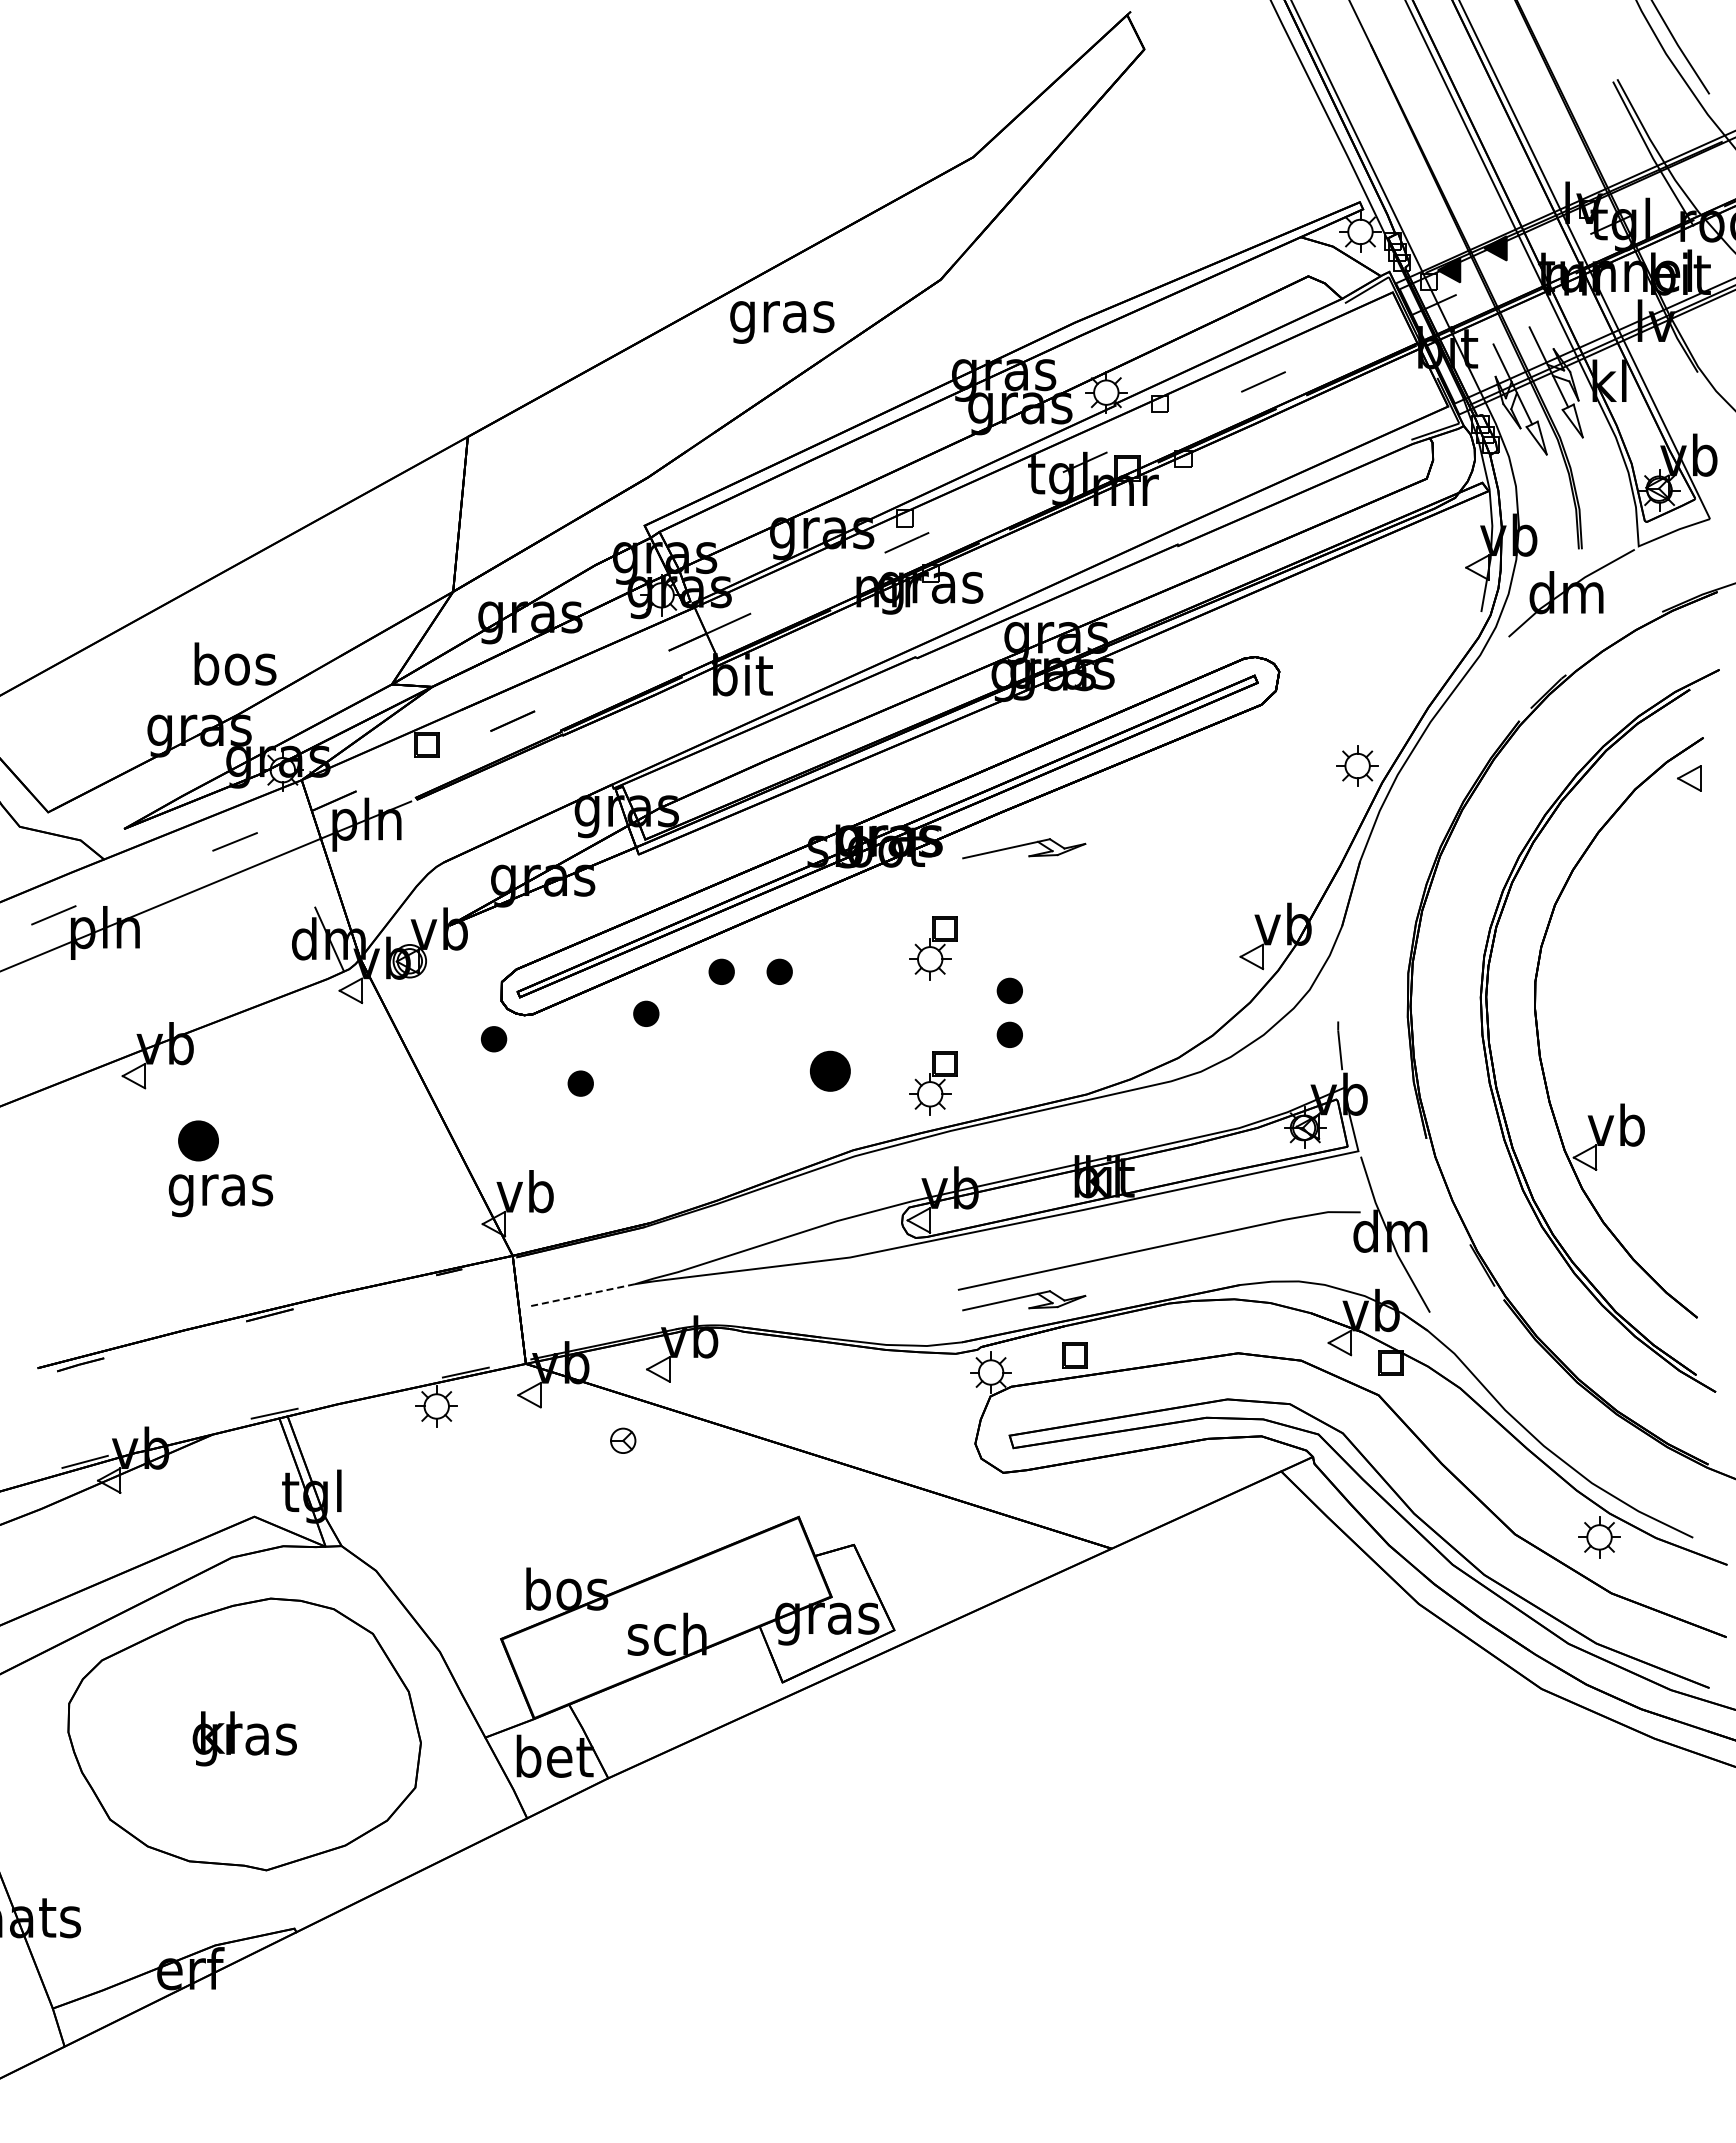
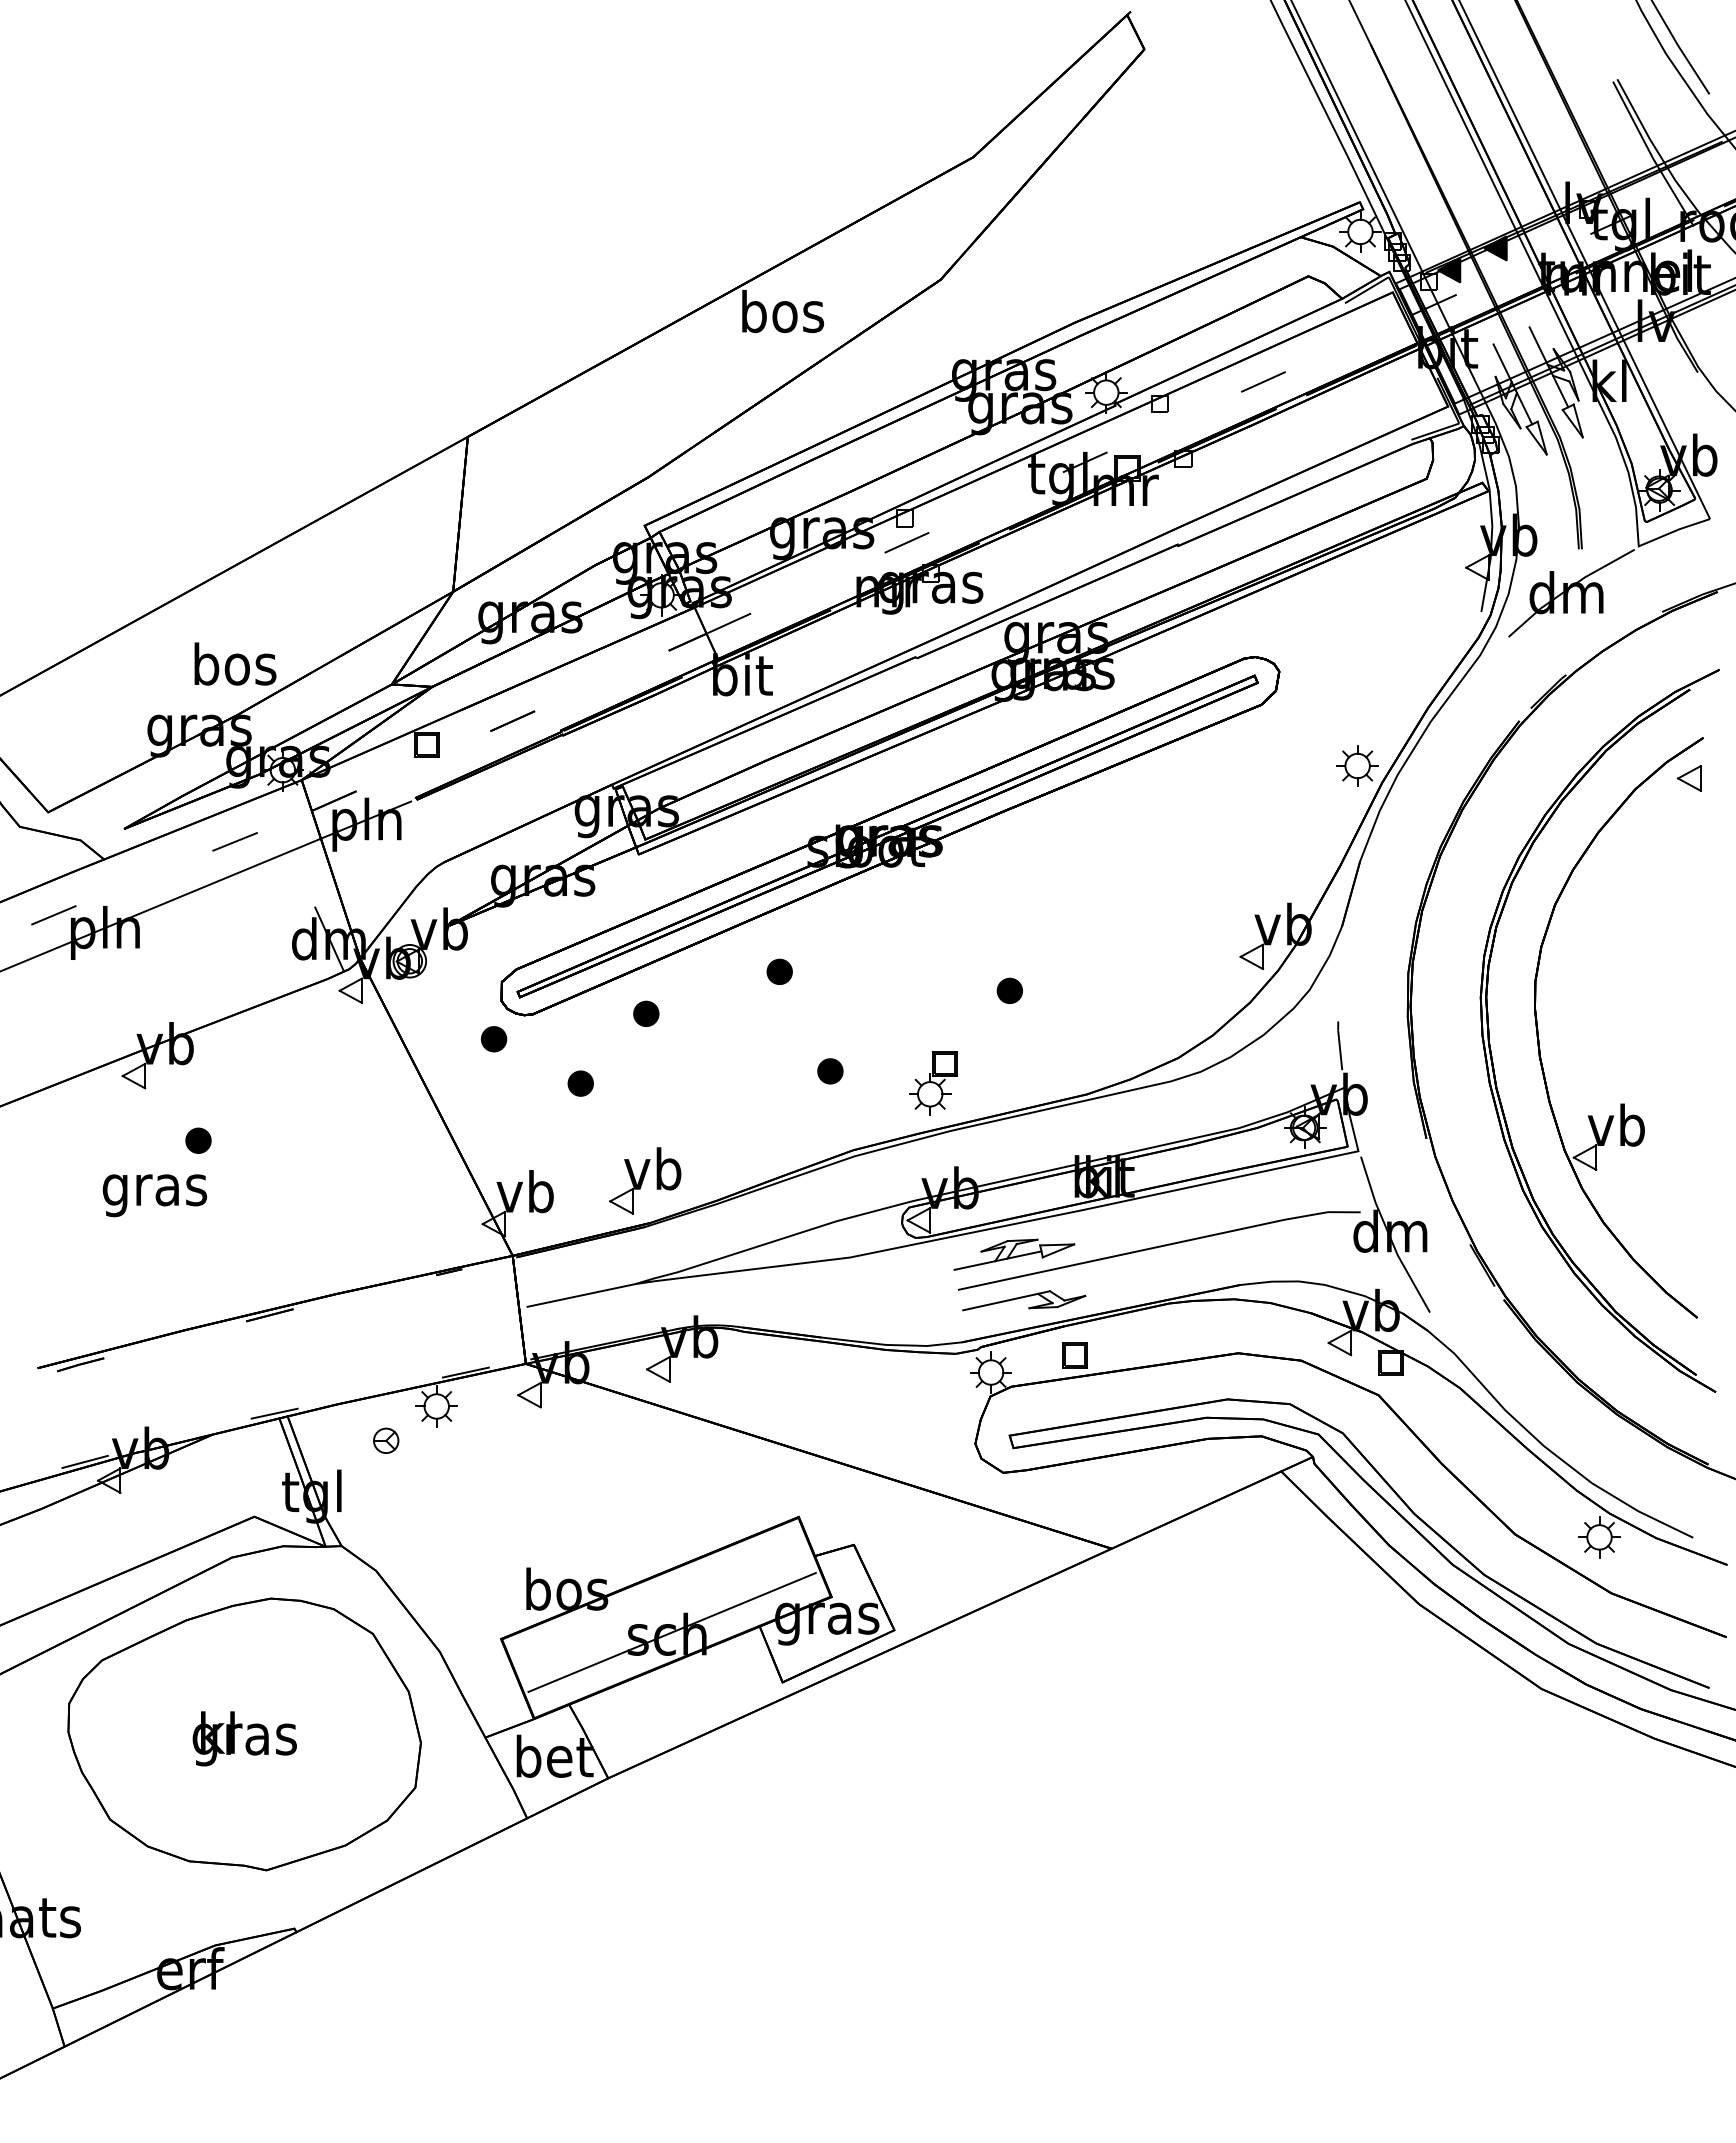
text at (782, 316): gras -> bos
part at (1024, 848): present -> none
part at (933, 948): present -> none
part at (721, 971): present -> none
part at (1009, 1034): present -> none
part at (830, 1070) size: 41x42 px -> 27x27 px
part at (198, 1140) size: 41x42 px -> 27x27 px
part at (645, 1180): none -> present
text at (220, 1195) position: (220, 1195) -> (154, 1195)
part at (1014, 1254): none -> present
line at (581, 1295): dashed -> solid
part at (623, 1440) position: (623, 1440) -> (386, 1440)
line at (671, 1632): none -> present
